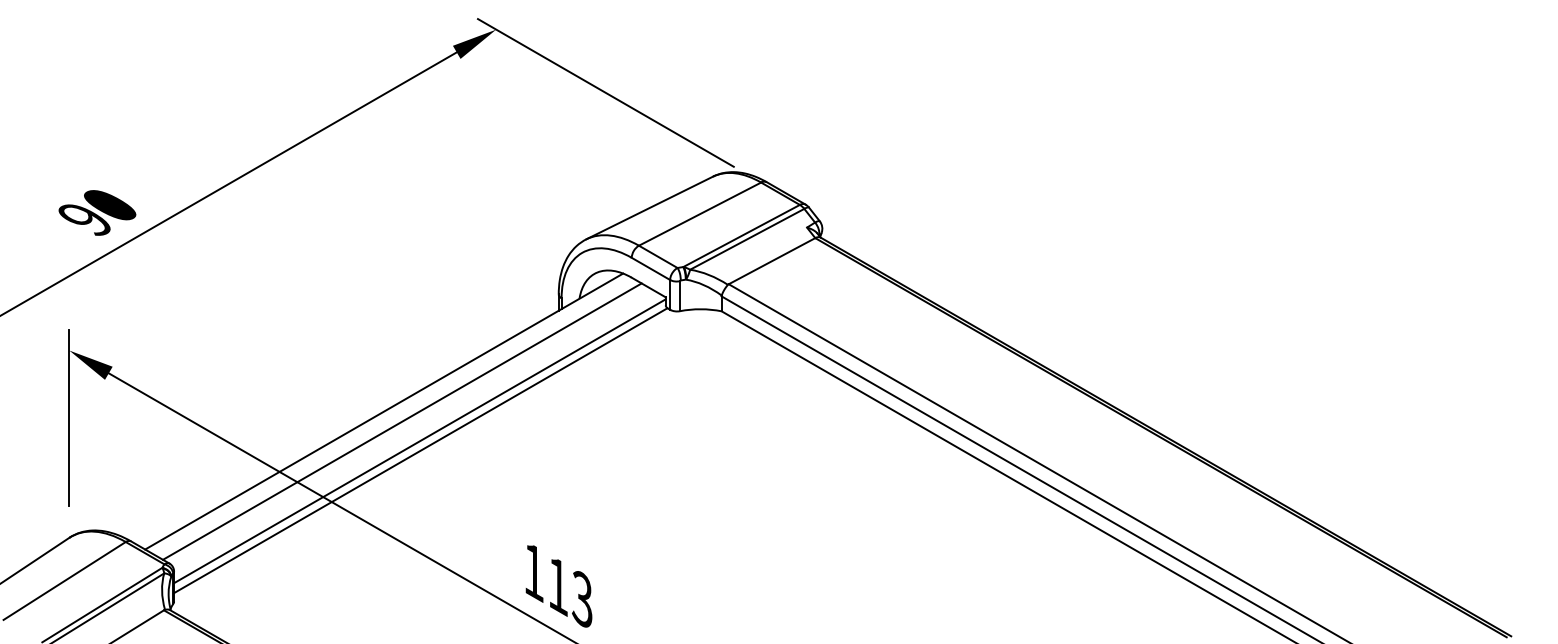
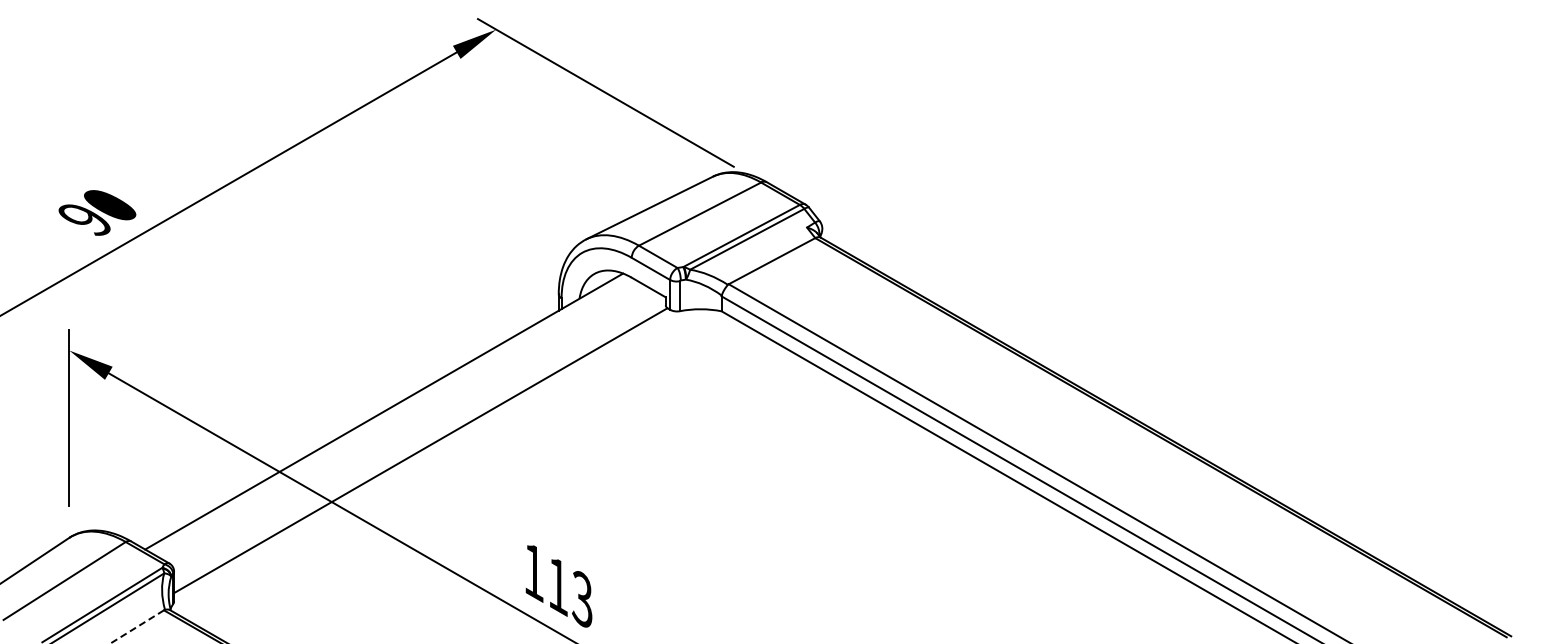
line at (402, 421): present -> none
line at (419, 441): present -> none
line at (136, 627): solid -> dashed
